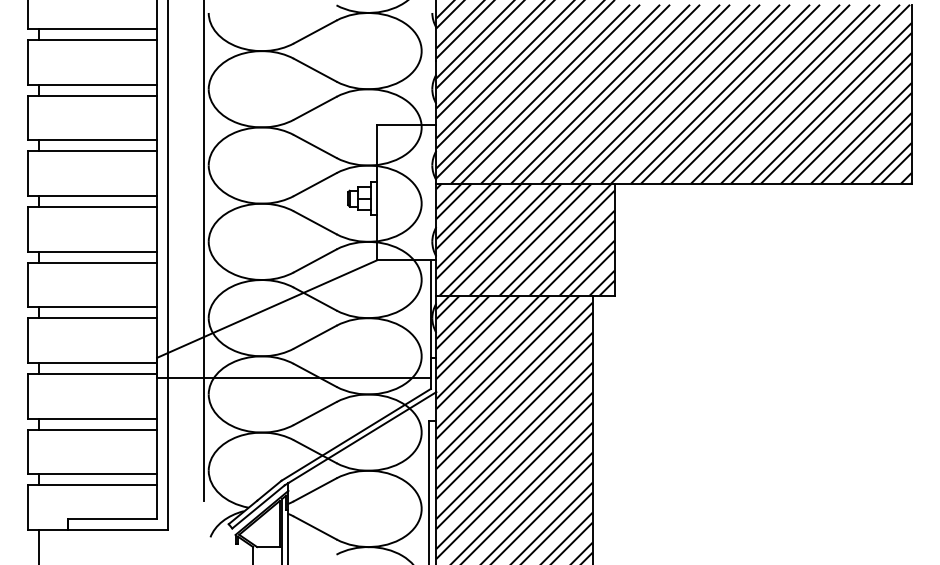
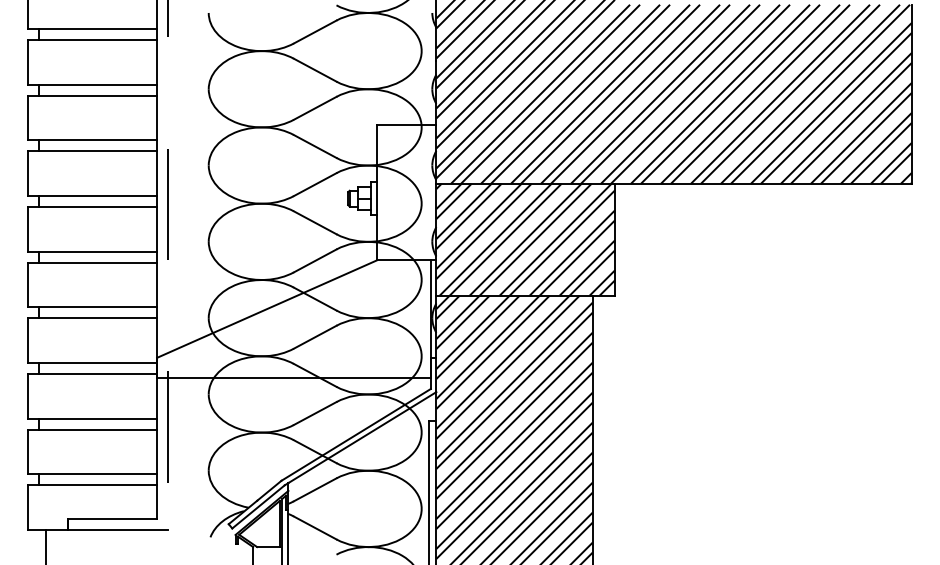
line at (203, 251): present -> none
line at (168, 265): solid -> dashed
line at (39, 545) position: (39, 545) -> (46, 545)
